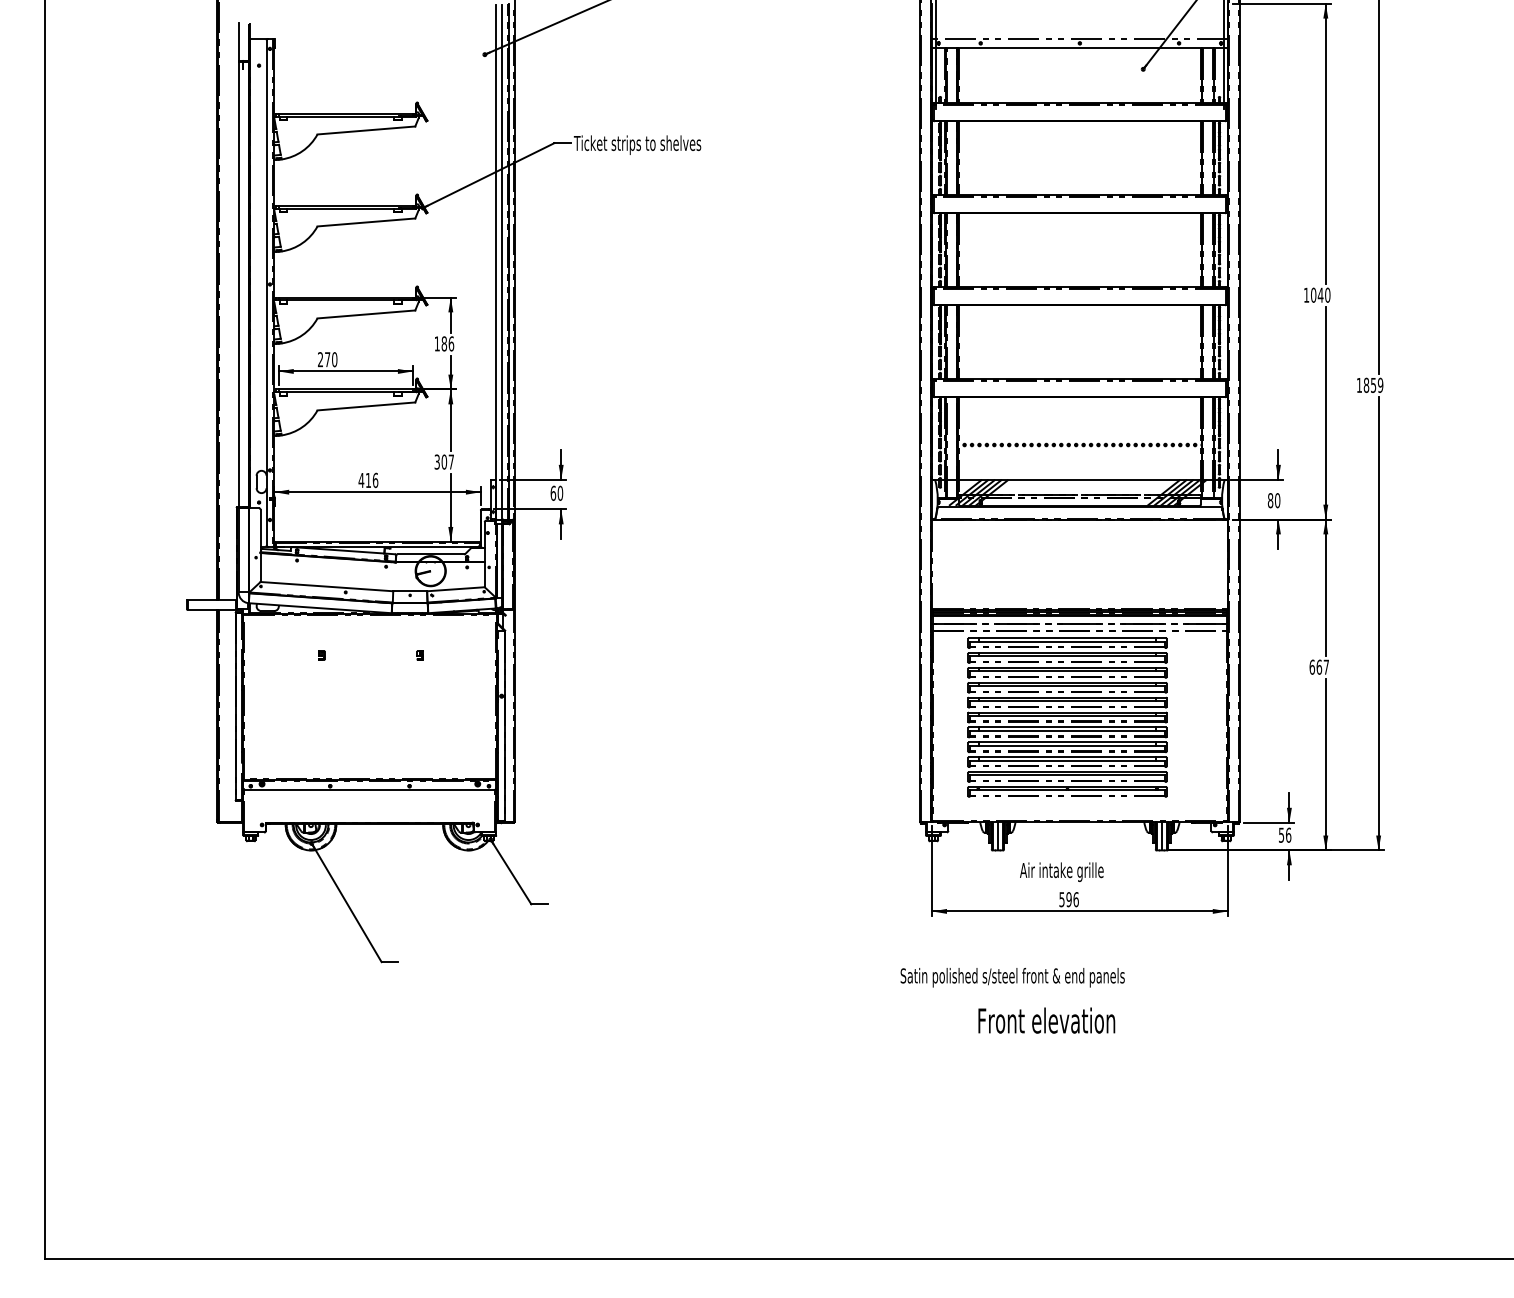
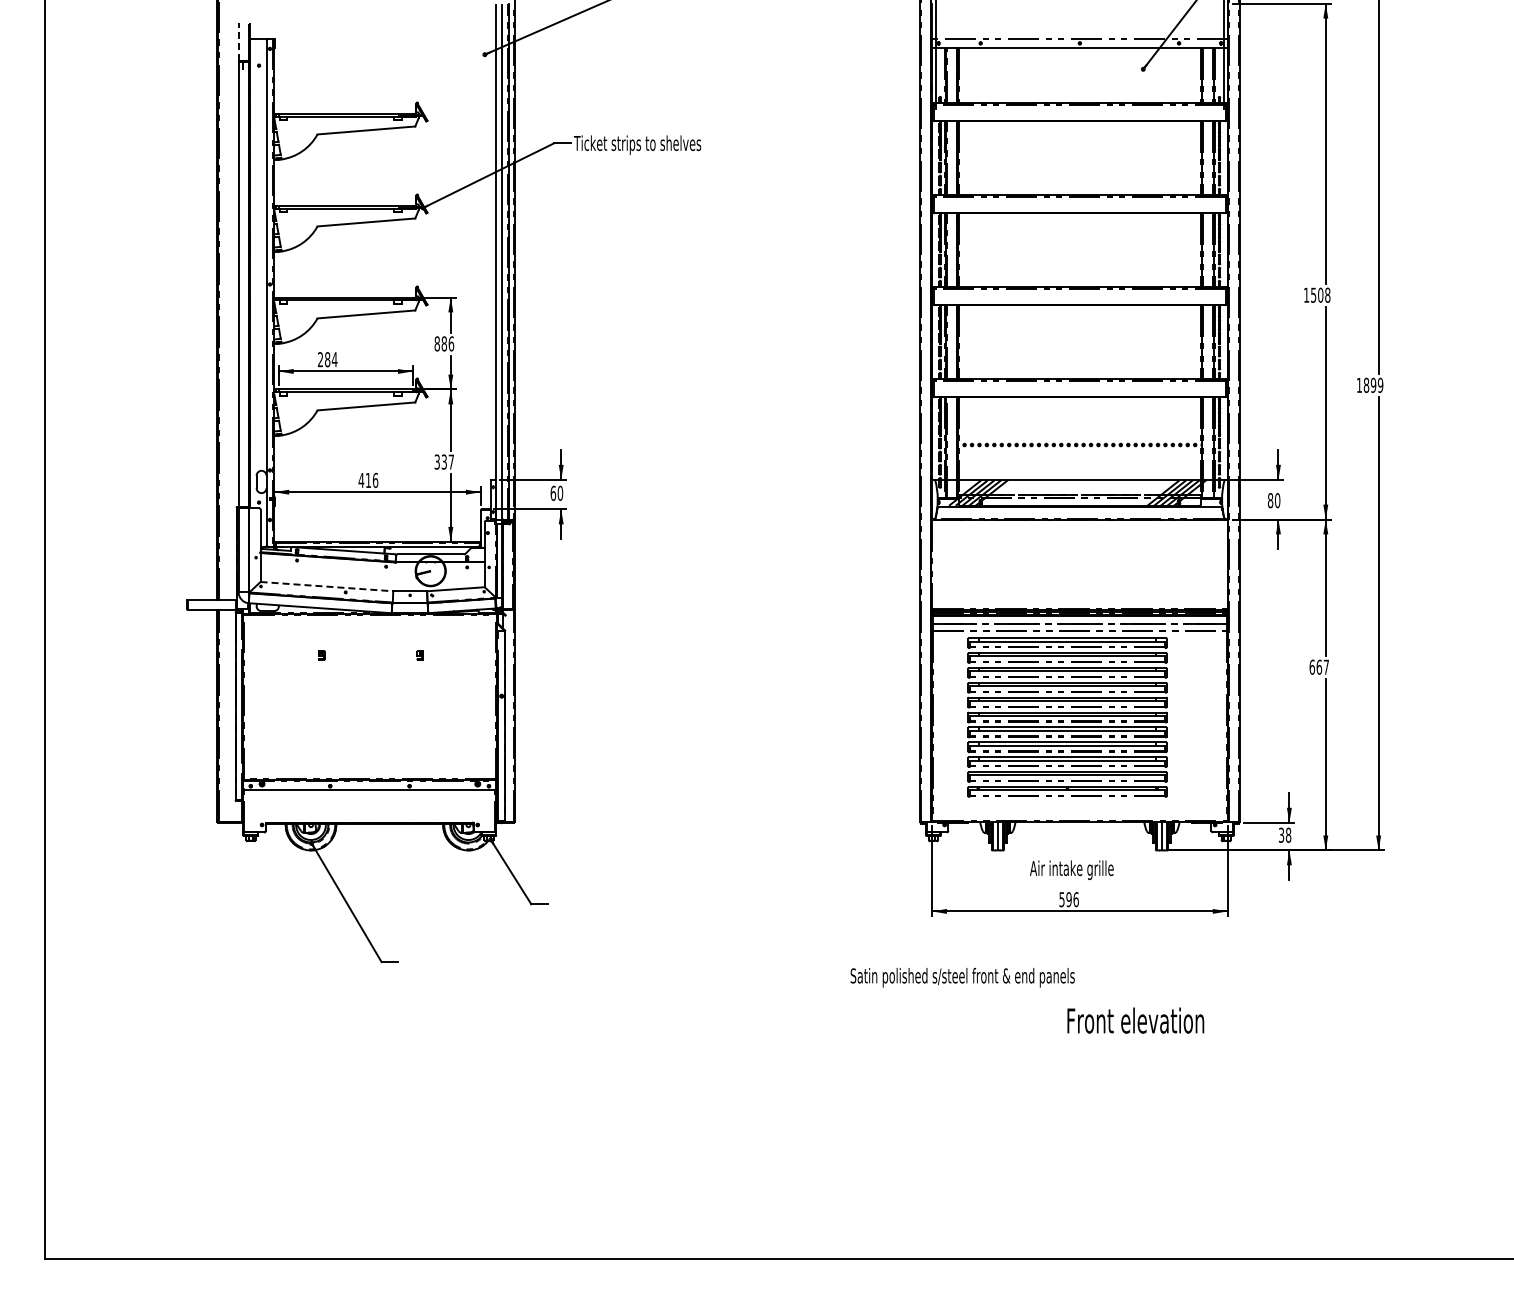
line at (238, 42): solid -> dashed
text at (1320, 294): 1040 -> 1508
text at (436, 343): 186 -> 886
text at (331, 359): 270 -> 284
text at (1373, 384): 1859 -> 1899
text at (444, 461): 307 -> 337
line at (327, 586): solid -> dashed
text at (1285, 834): 56 -> 38
text at (1061, 871) position: (1061, 871) -> (1071, 869)
text at (1012, 977) position: (1012, 977) -> (962, 977)
text at (1046, 1020) position: (1046, 1020) -> (1135, 1020)
